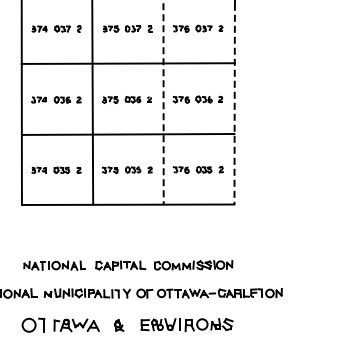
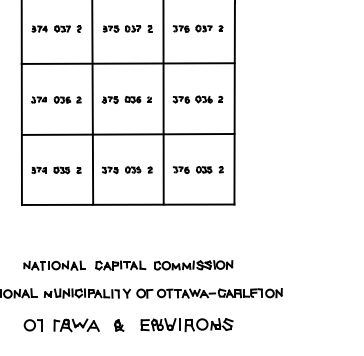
line at (163, 102): dashed -> solid
line at (234, 104): dashed -> solid
part at (33, 324) size: 25x16 px -> 20x13 px
